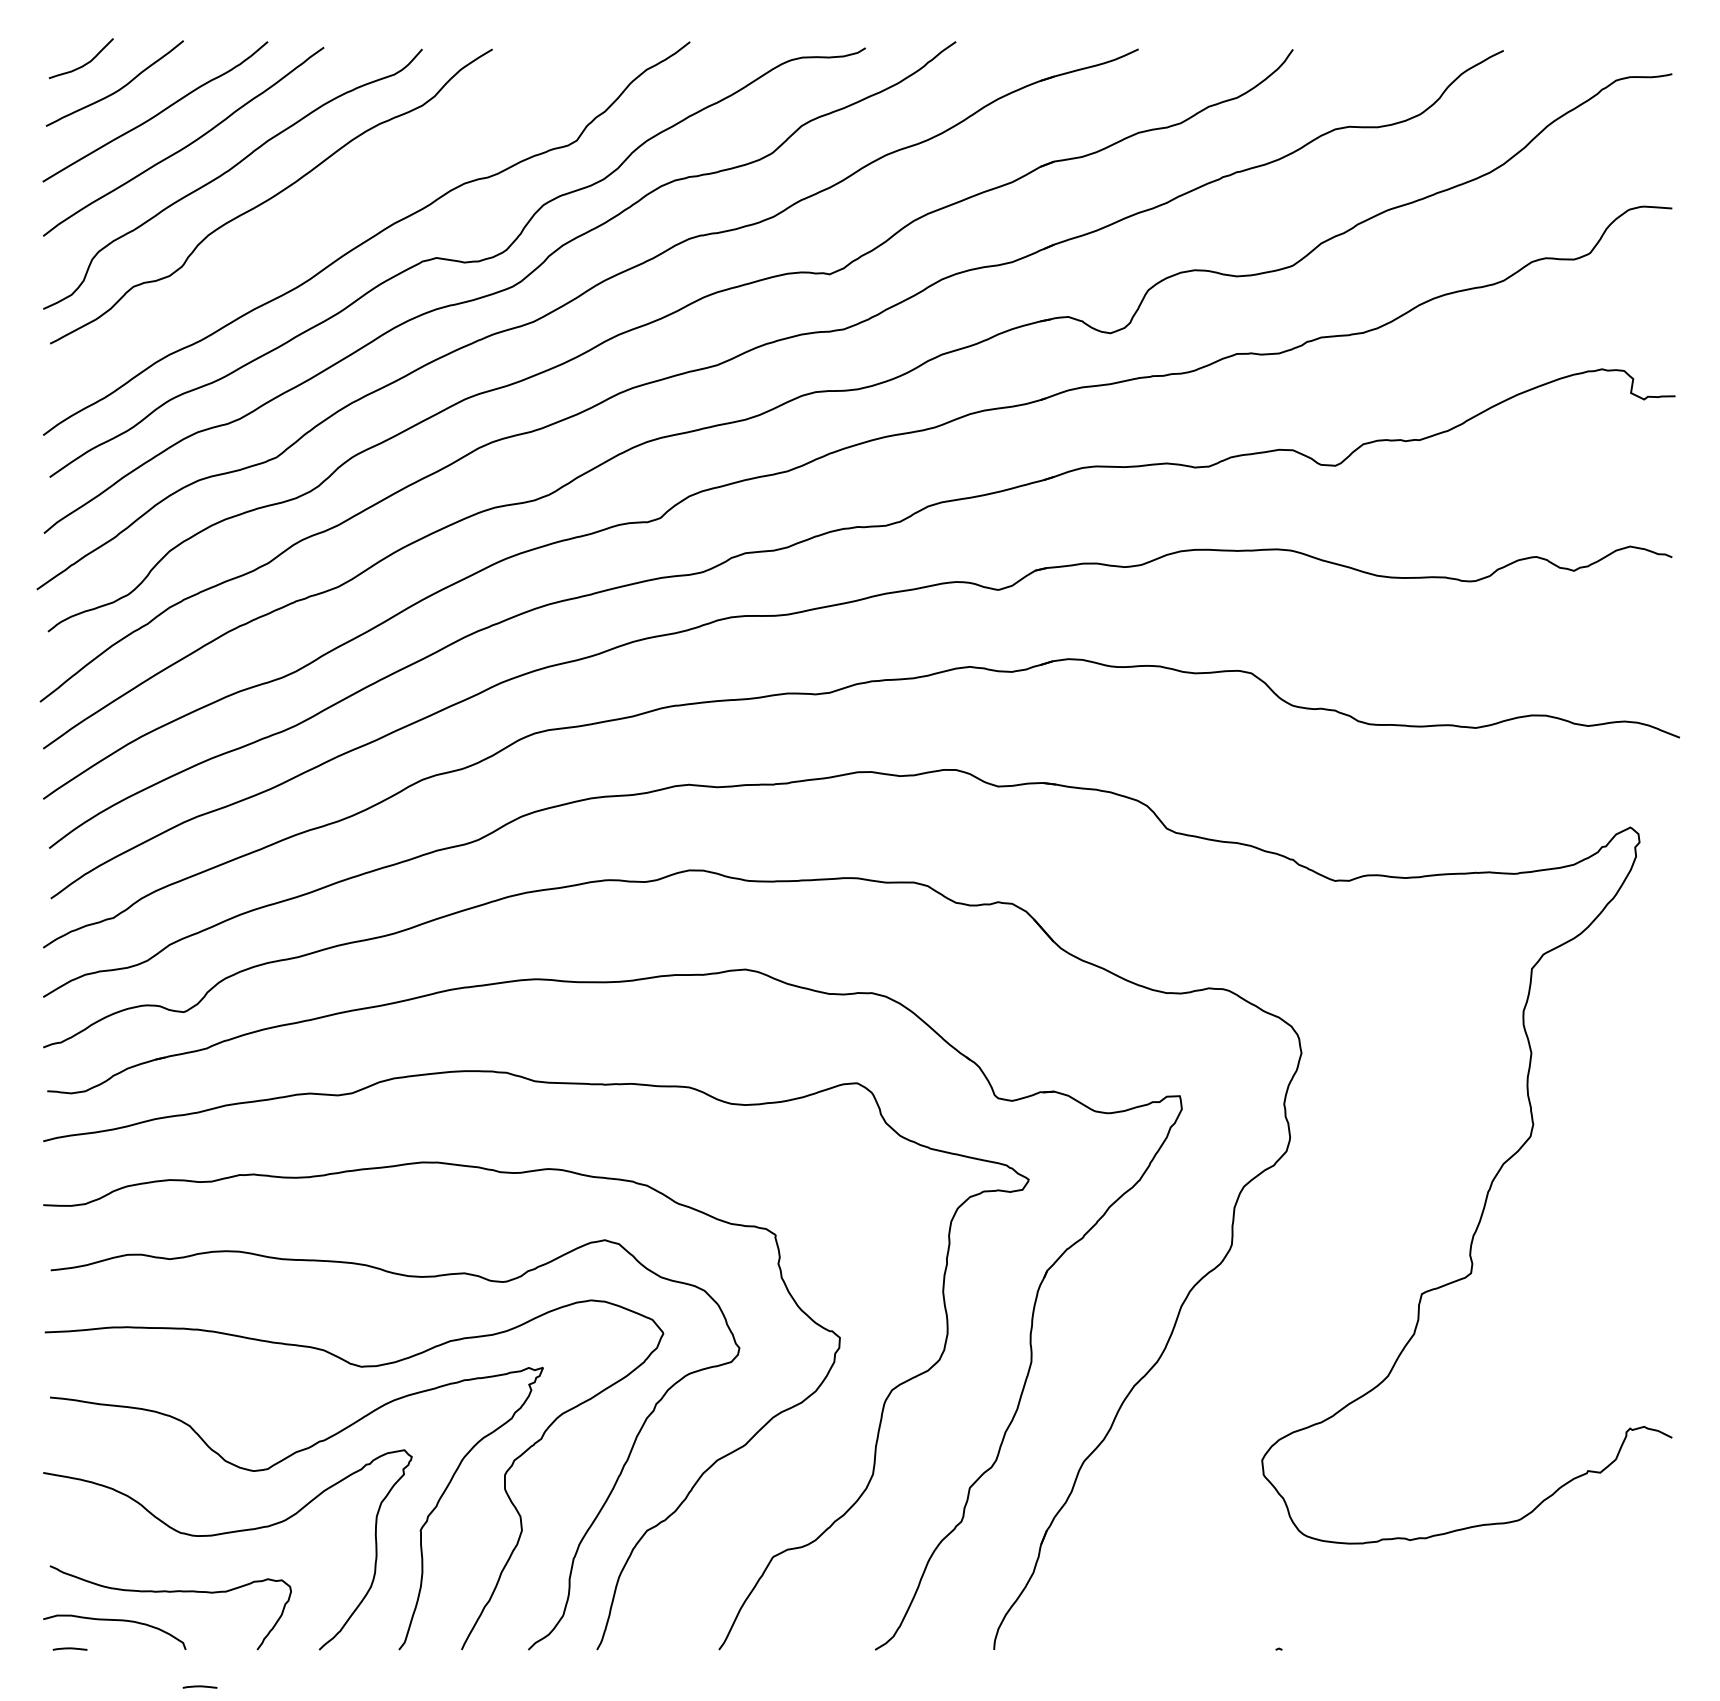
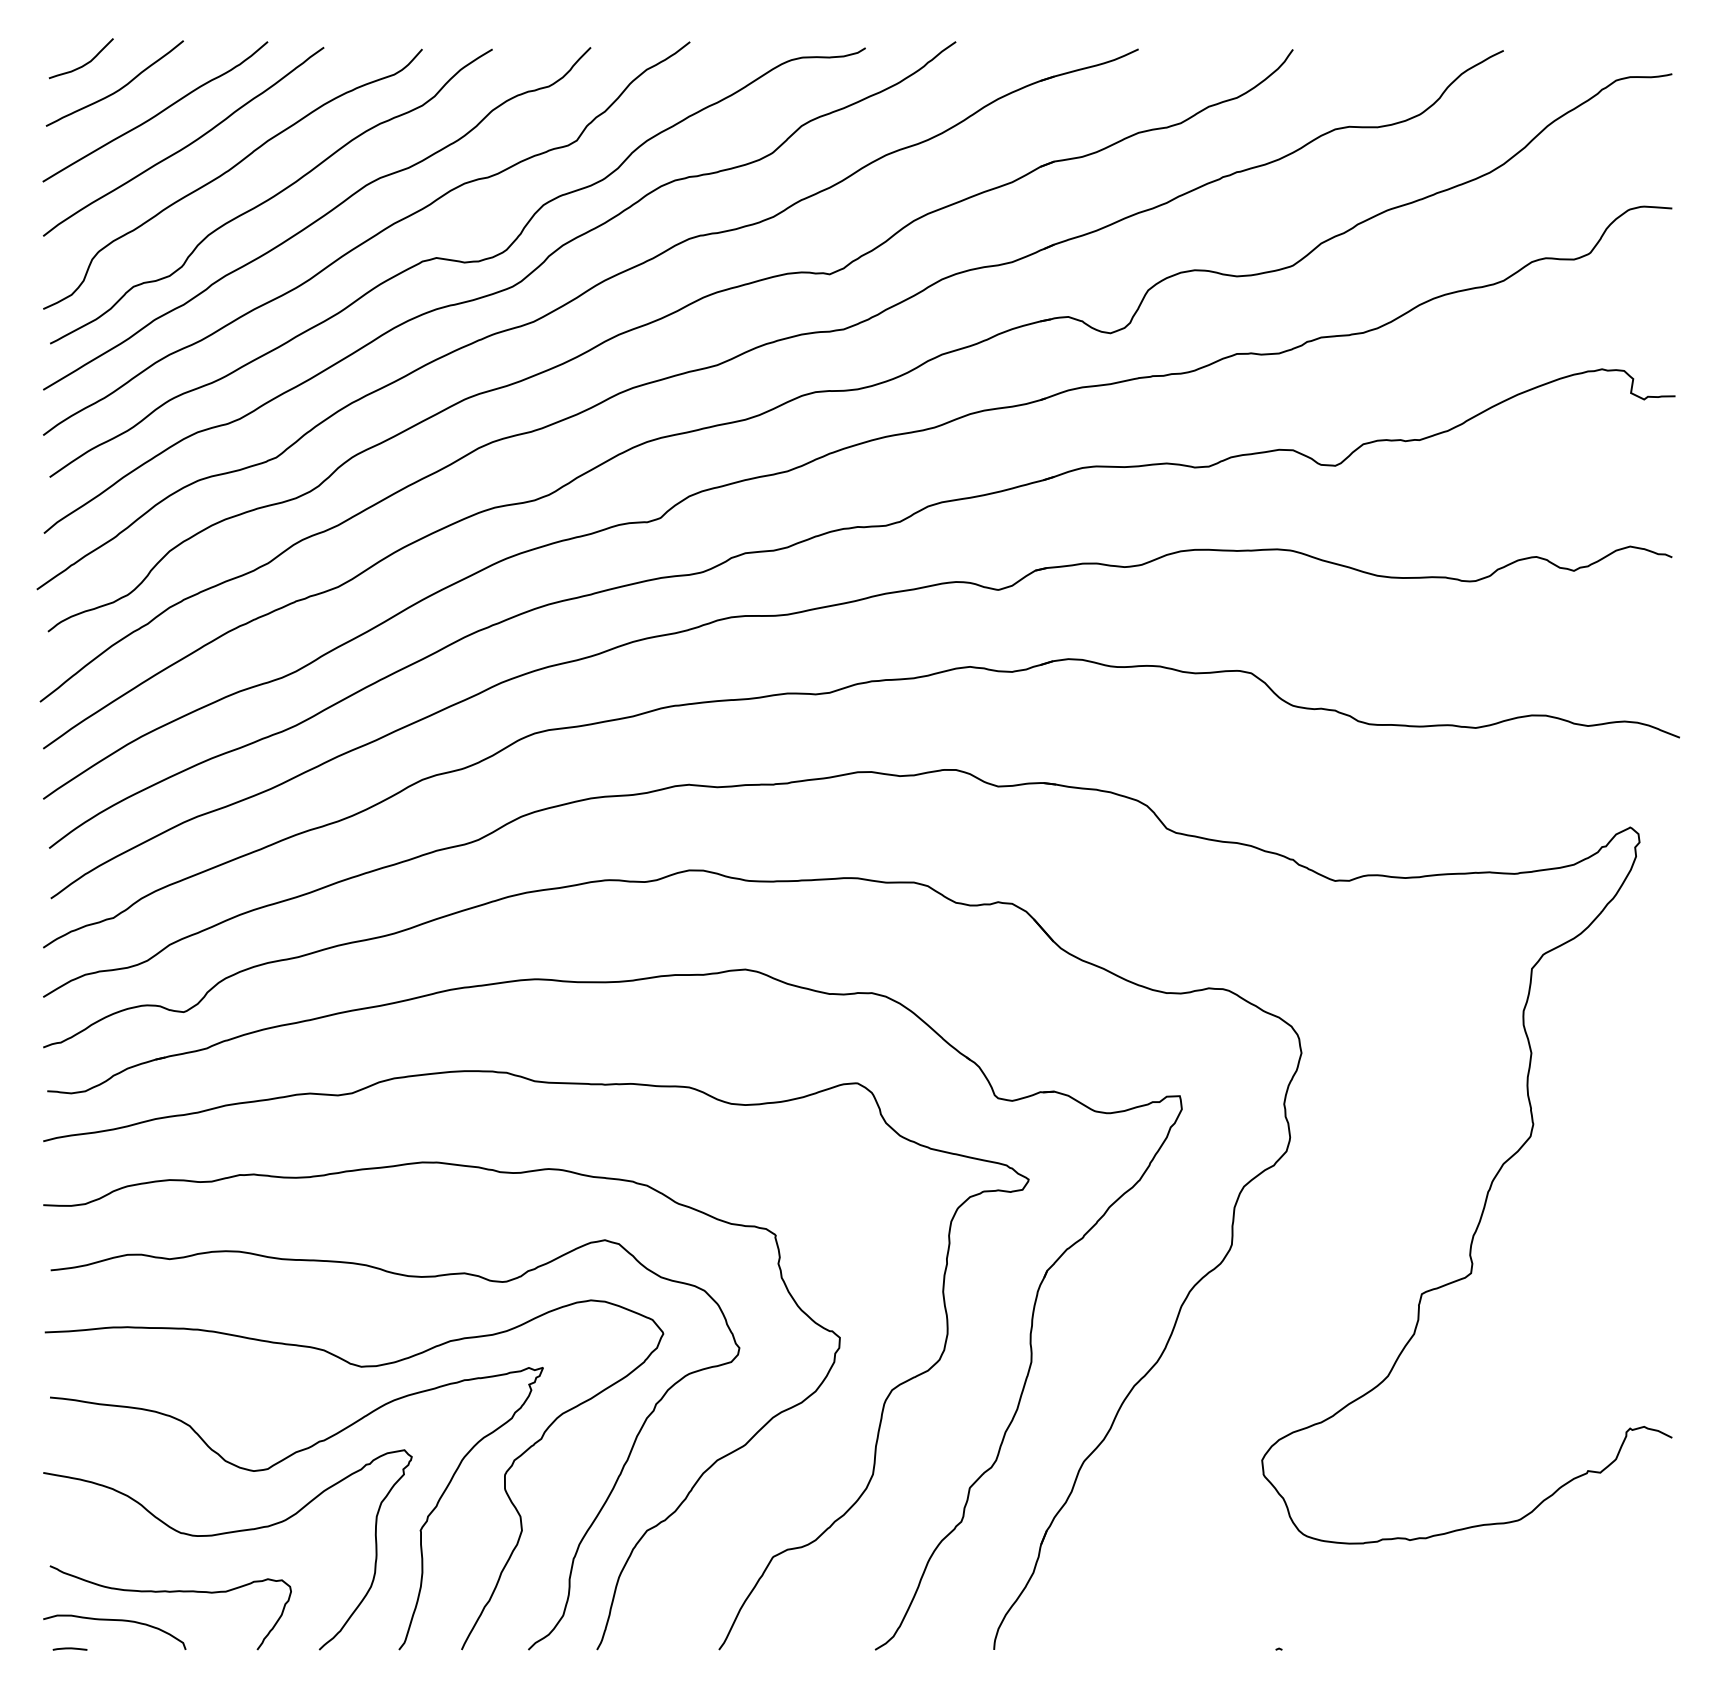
curve at (318, 218): none -> present
line at (199, 1686): present -> none
